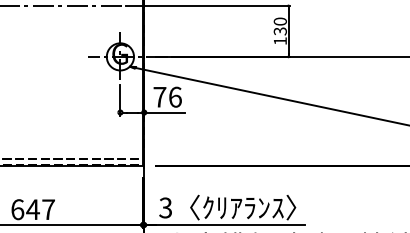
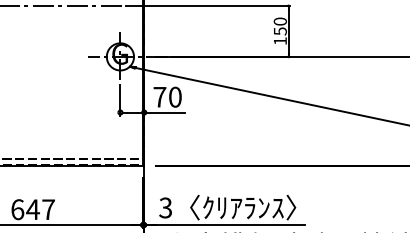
text at (279, 30): 130 -> 150
text at (175, 96): 76 -> 70
